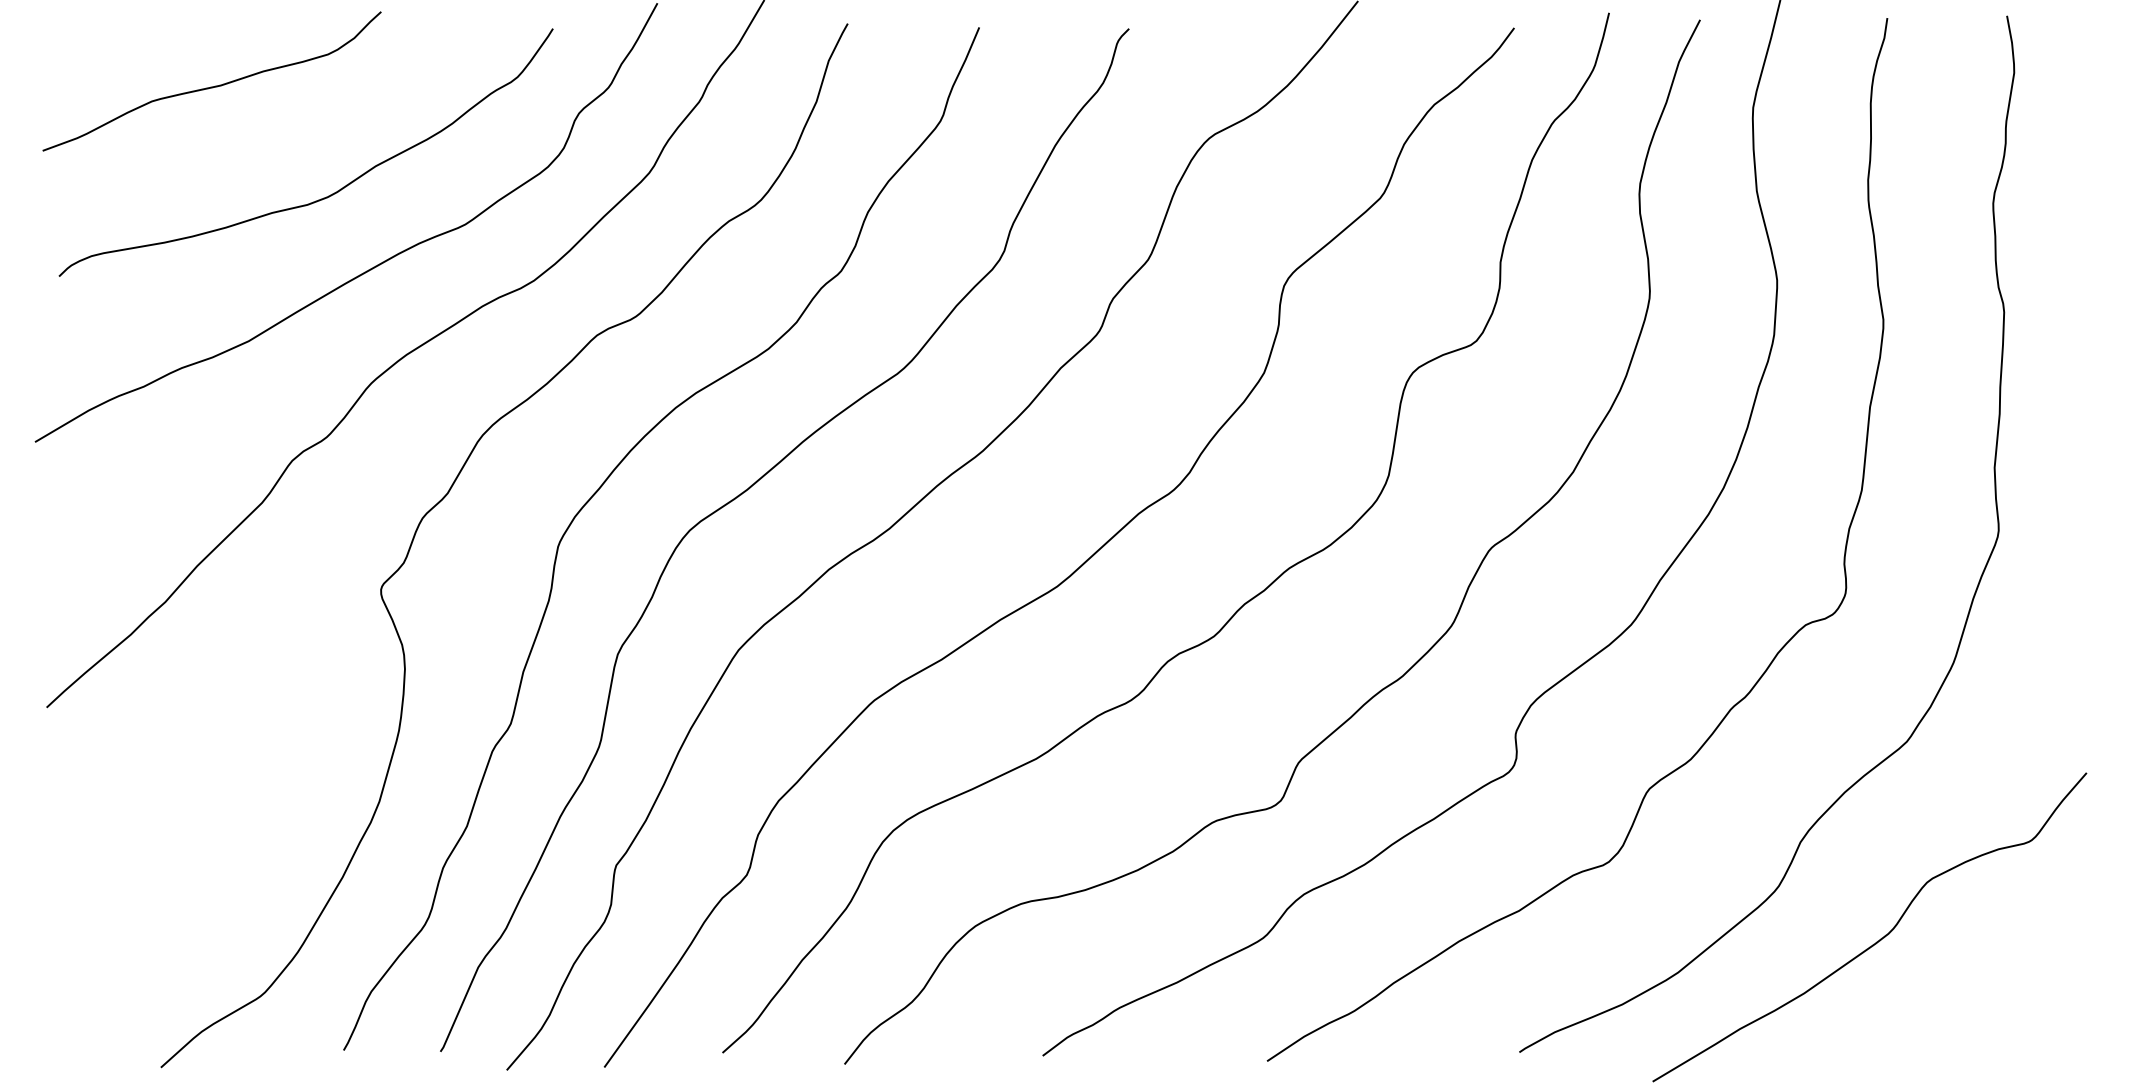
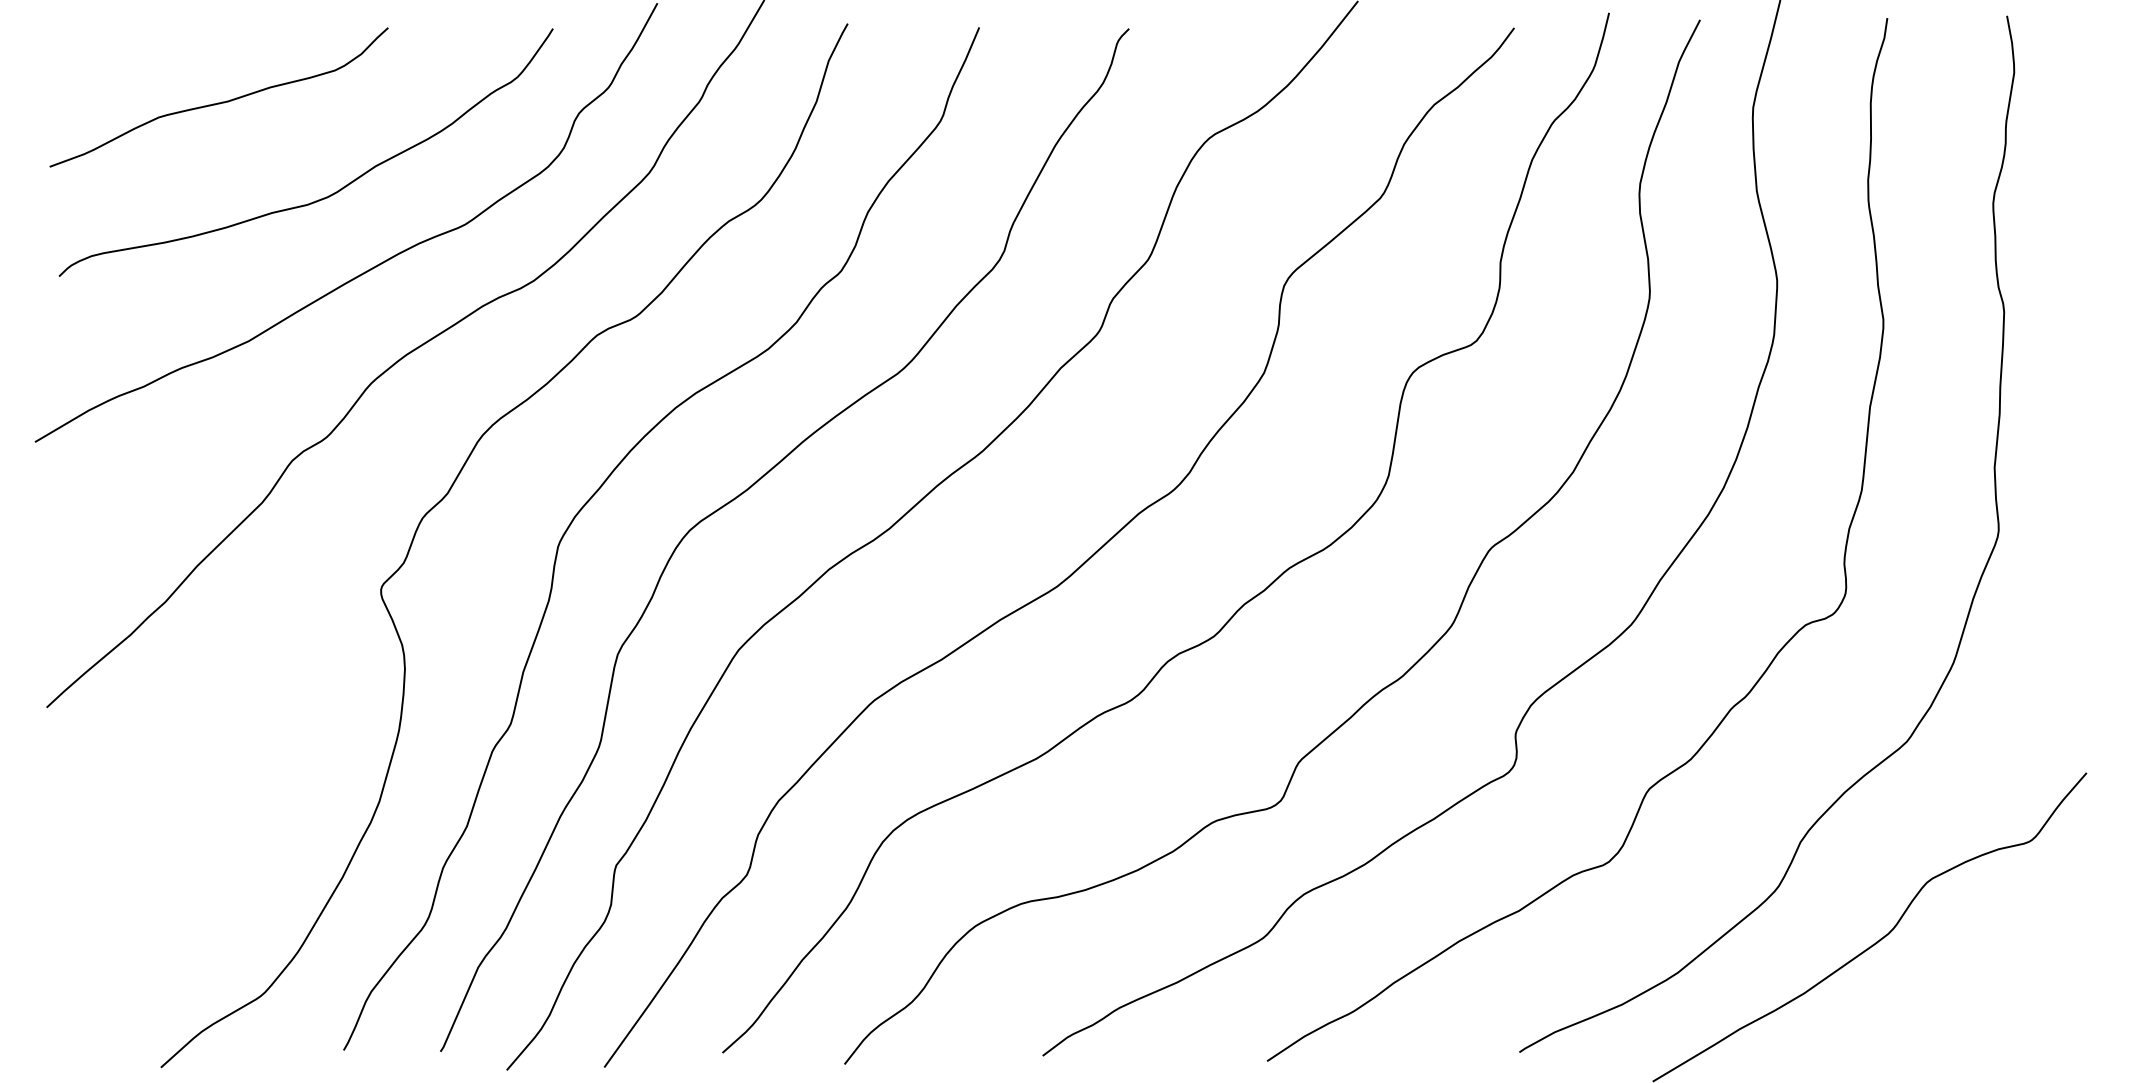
curve at (211, 86) position: (211, 86) -> (218, 102)
